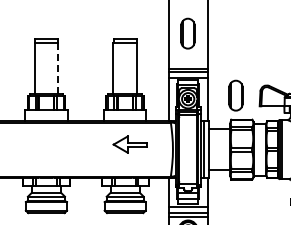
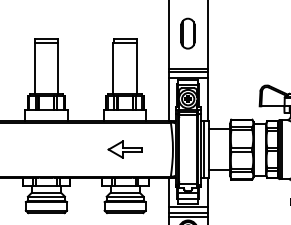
line at (58, 69): dashed -> solid
part at (235, 95): present -> none
part at (129, 144) position: (129, 144) -> (124, 149)
